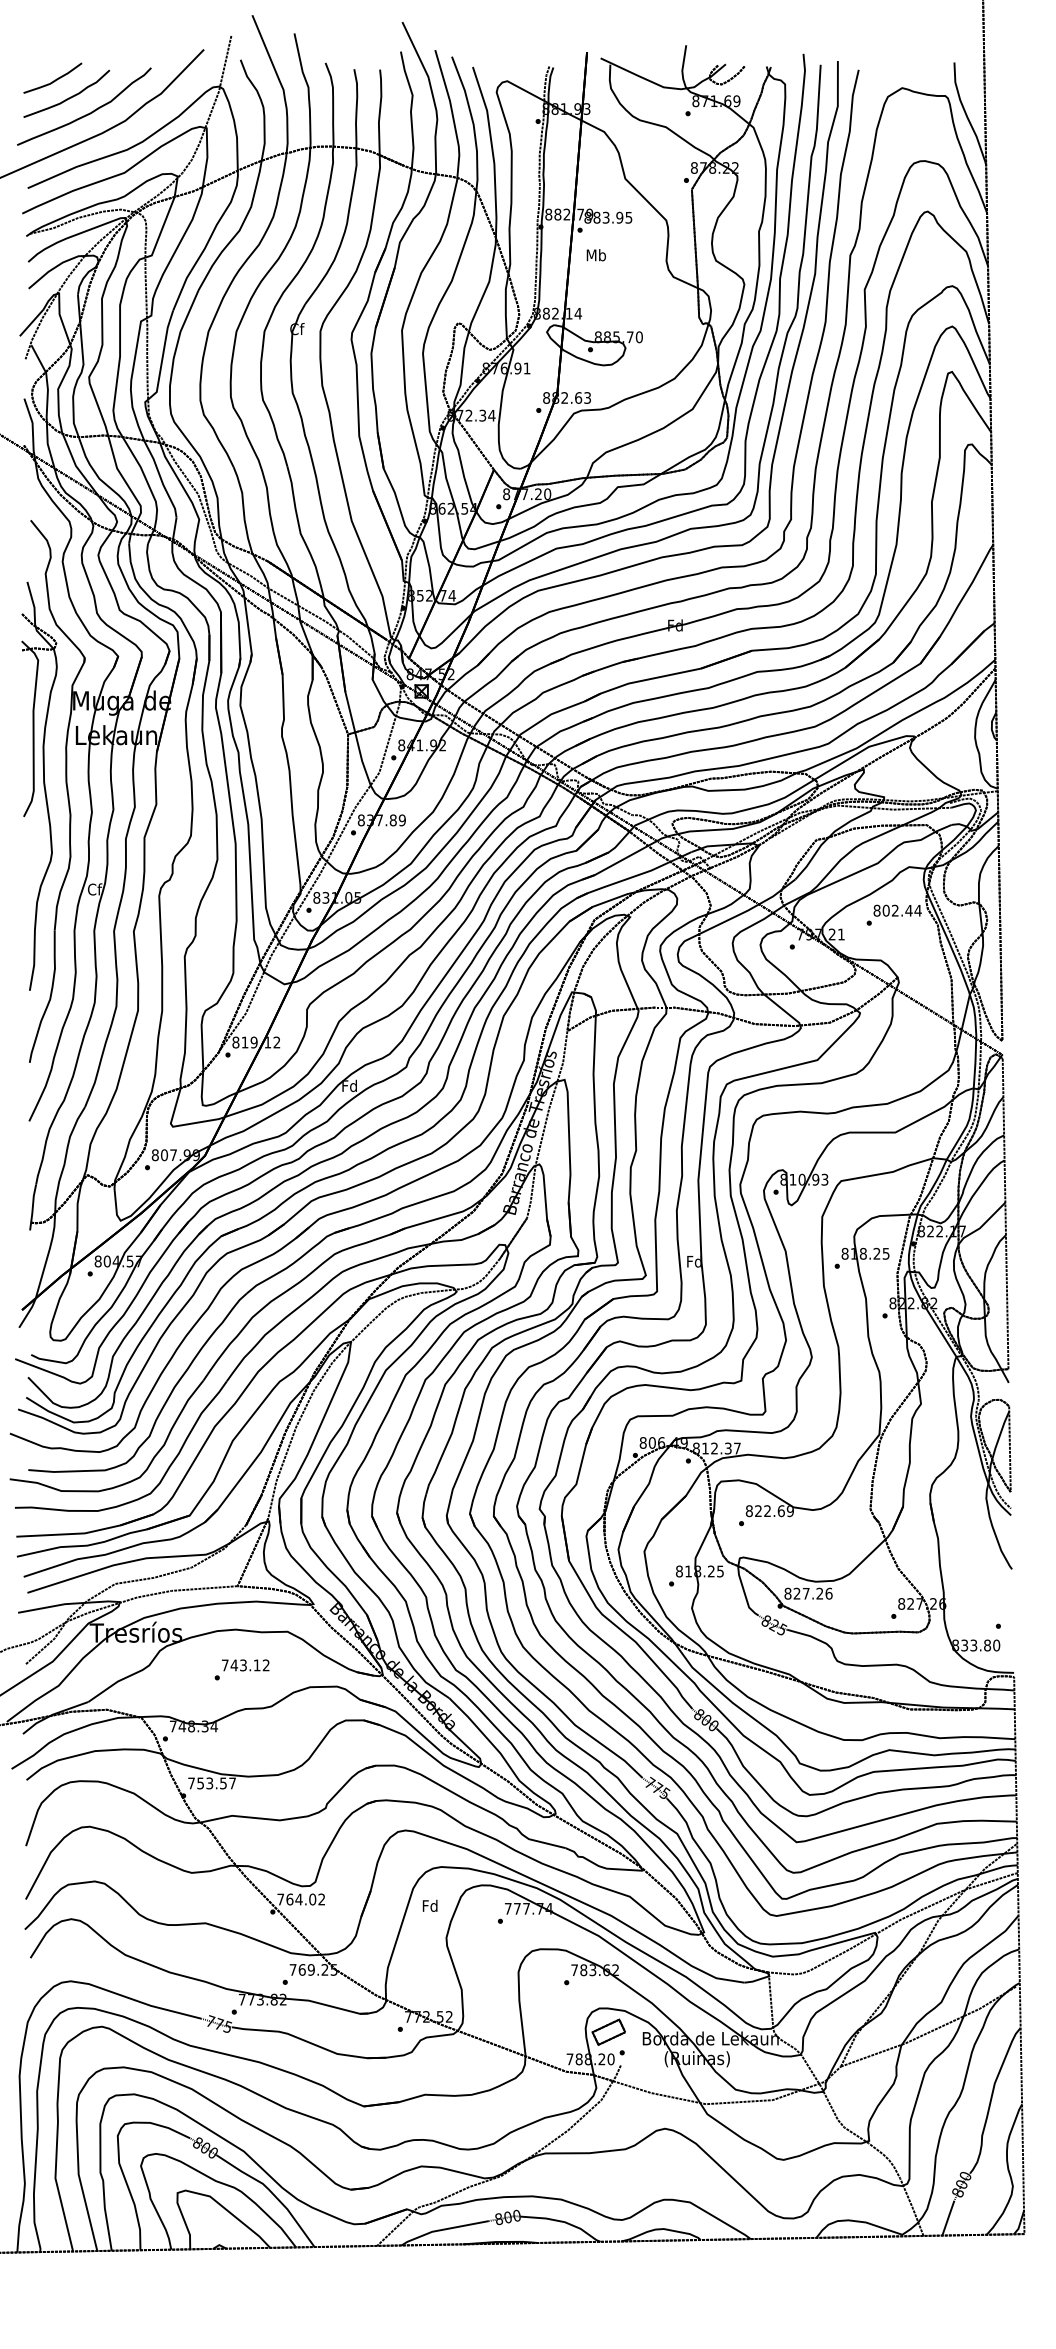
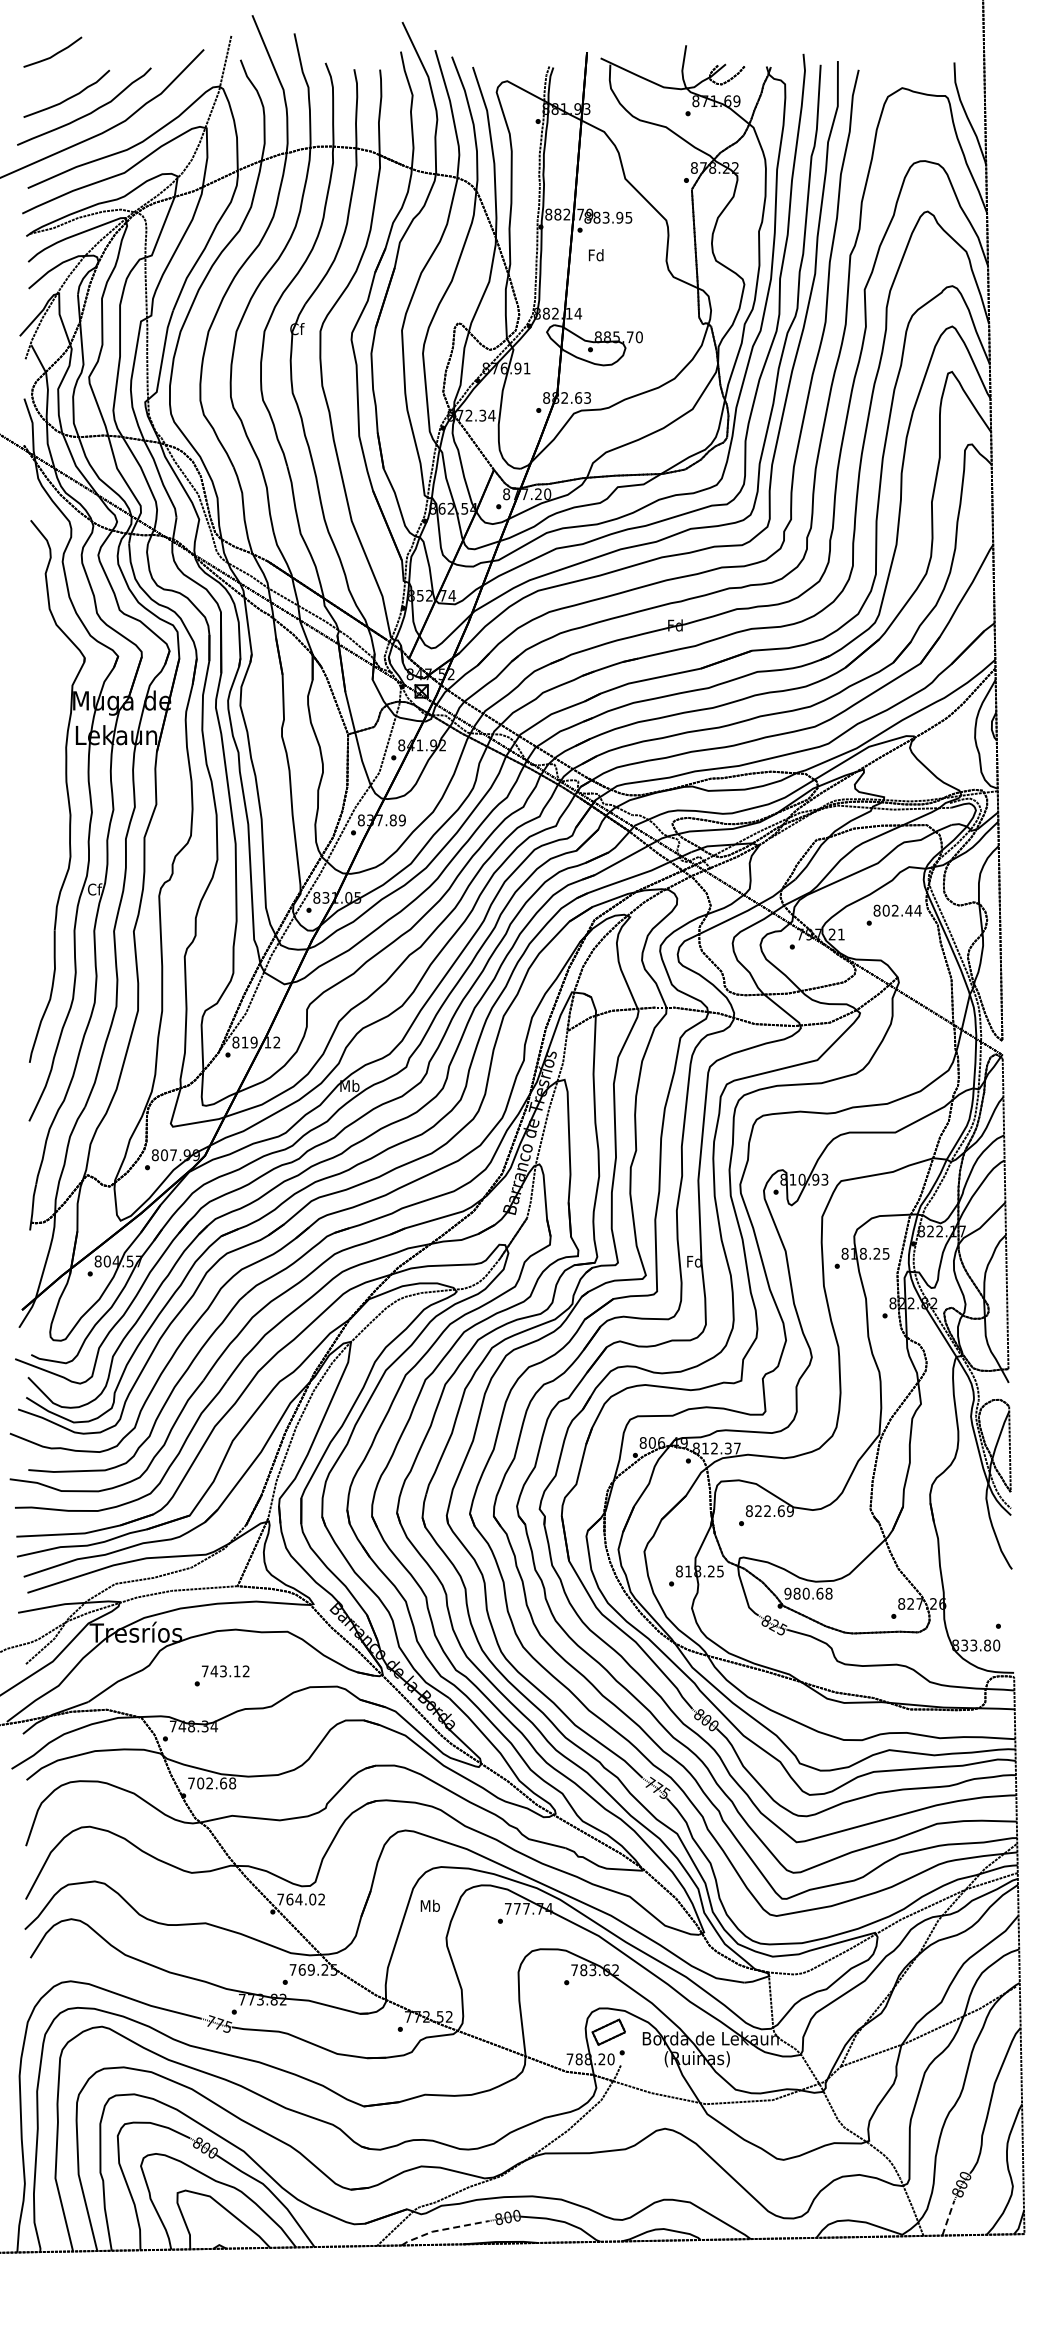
curve at (53, 80) position: (53, 80) -> (53, 54)
text at (595, 255): Mb -> Fd
part at (39, 785): present -> none
text at (349, 1085): Fd -> Mb
text at (808, 1593): 827.26 -> 980.68
text at (241, 1669) position: (241, 1669) -> (221, 1675)
text at (216, 1783): 753.57 -> 702.68
text at (429, 1905): Fd -> Mb
line at (948, 2217): solid -> dashed
line at (442, 2229): solid -> dashed
